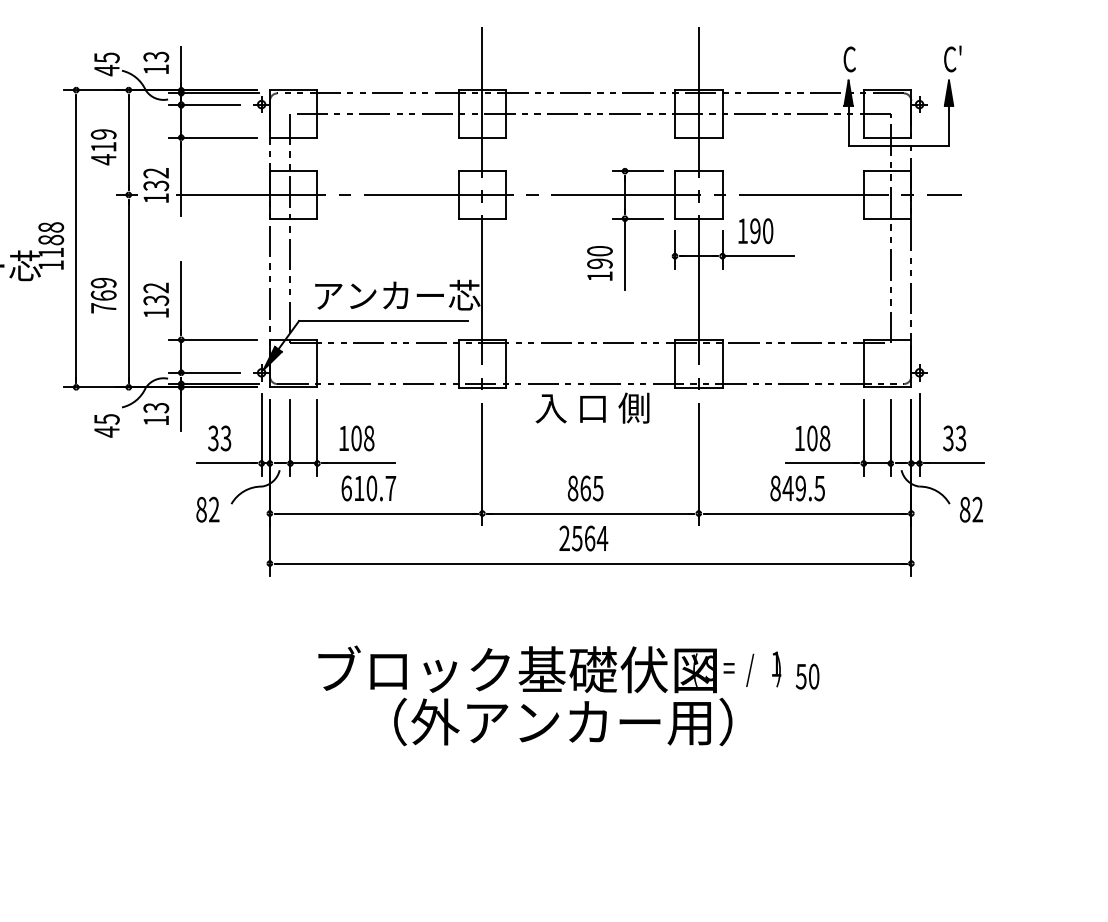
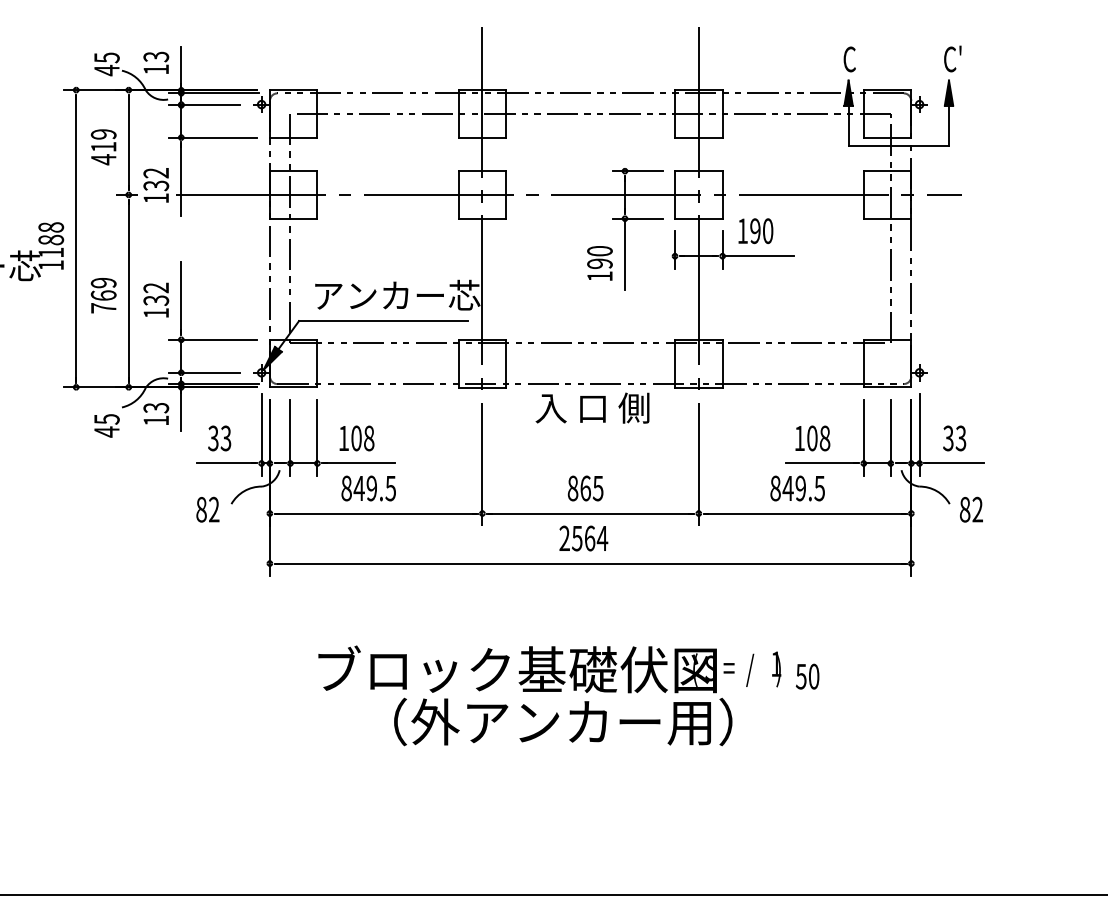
text at (368, 488): 610.7 -> 849.5
line at (553, 894): none -> present
